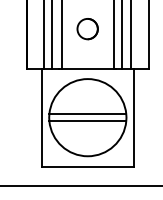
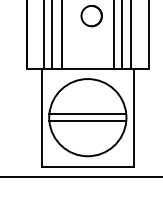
part at (87, 29) position: (87, 29) -> (91, 16)
line at (80, 186) position: (80, 186) -> (80, 177)
